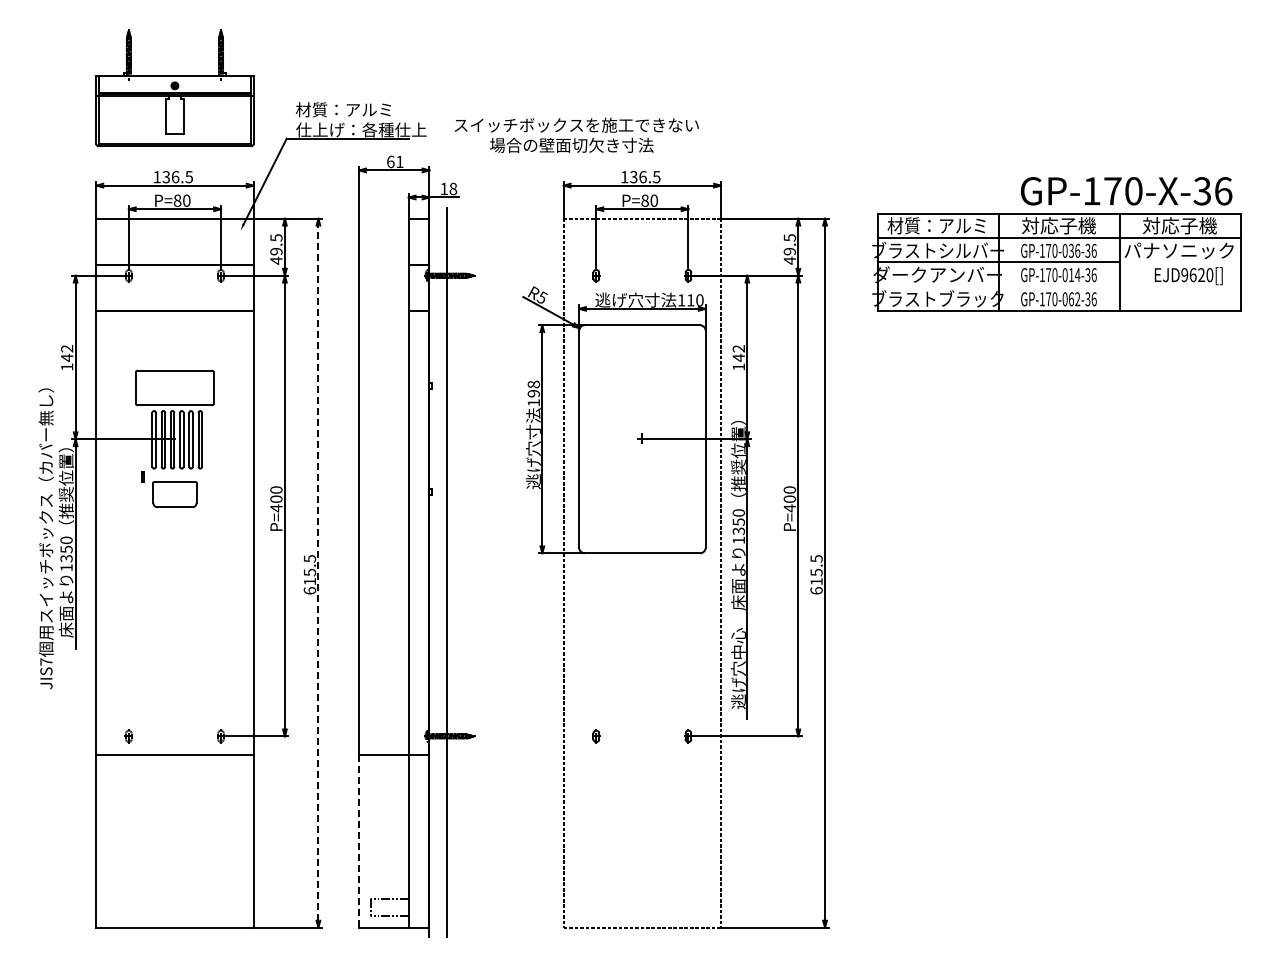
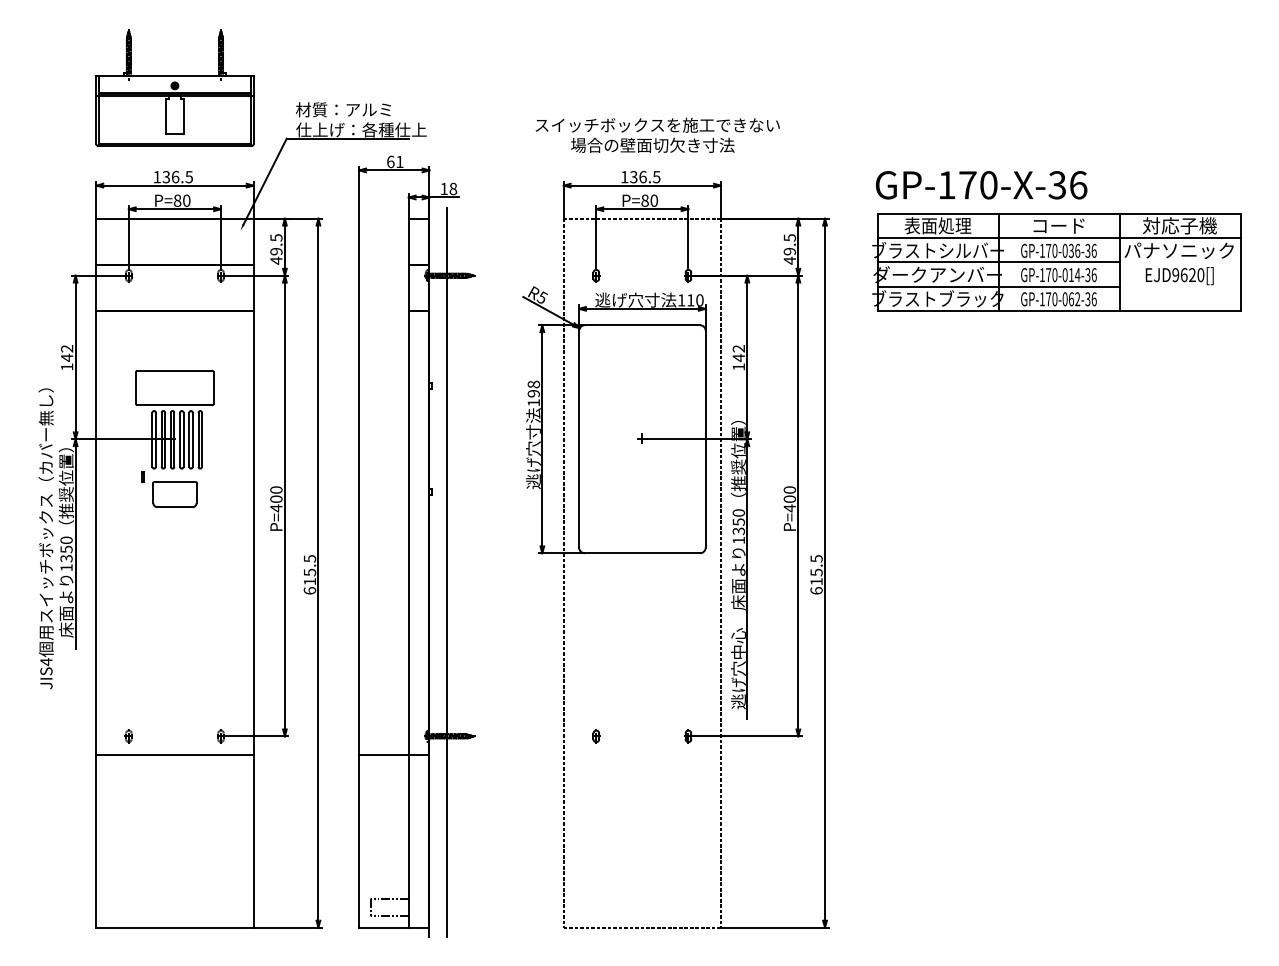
text at (576, 134) position: (576, 134) -> (657, 134)
text at (1126, 191) position: (1126, 191) -> (981, 185)
text at (936, 225): 材質：アルミ -> 表面処理
text at (1058, 225): 対応子機 -> コード
text at (1188, 276) position: (1188, 276) -> (1179, 276)
line at (998, 286): none -> present
line at (318, 573): dashed -> solid
text at (46, 662): JIS7 -> JIS4
line at (359, 841): dashed -> solid
